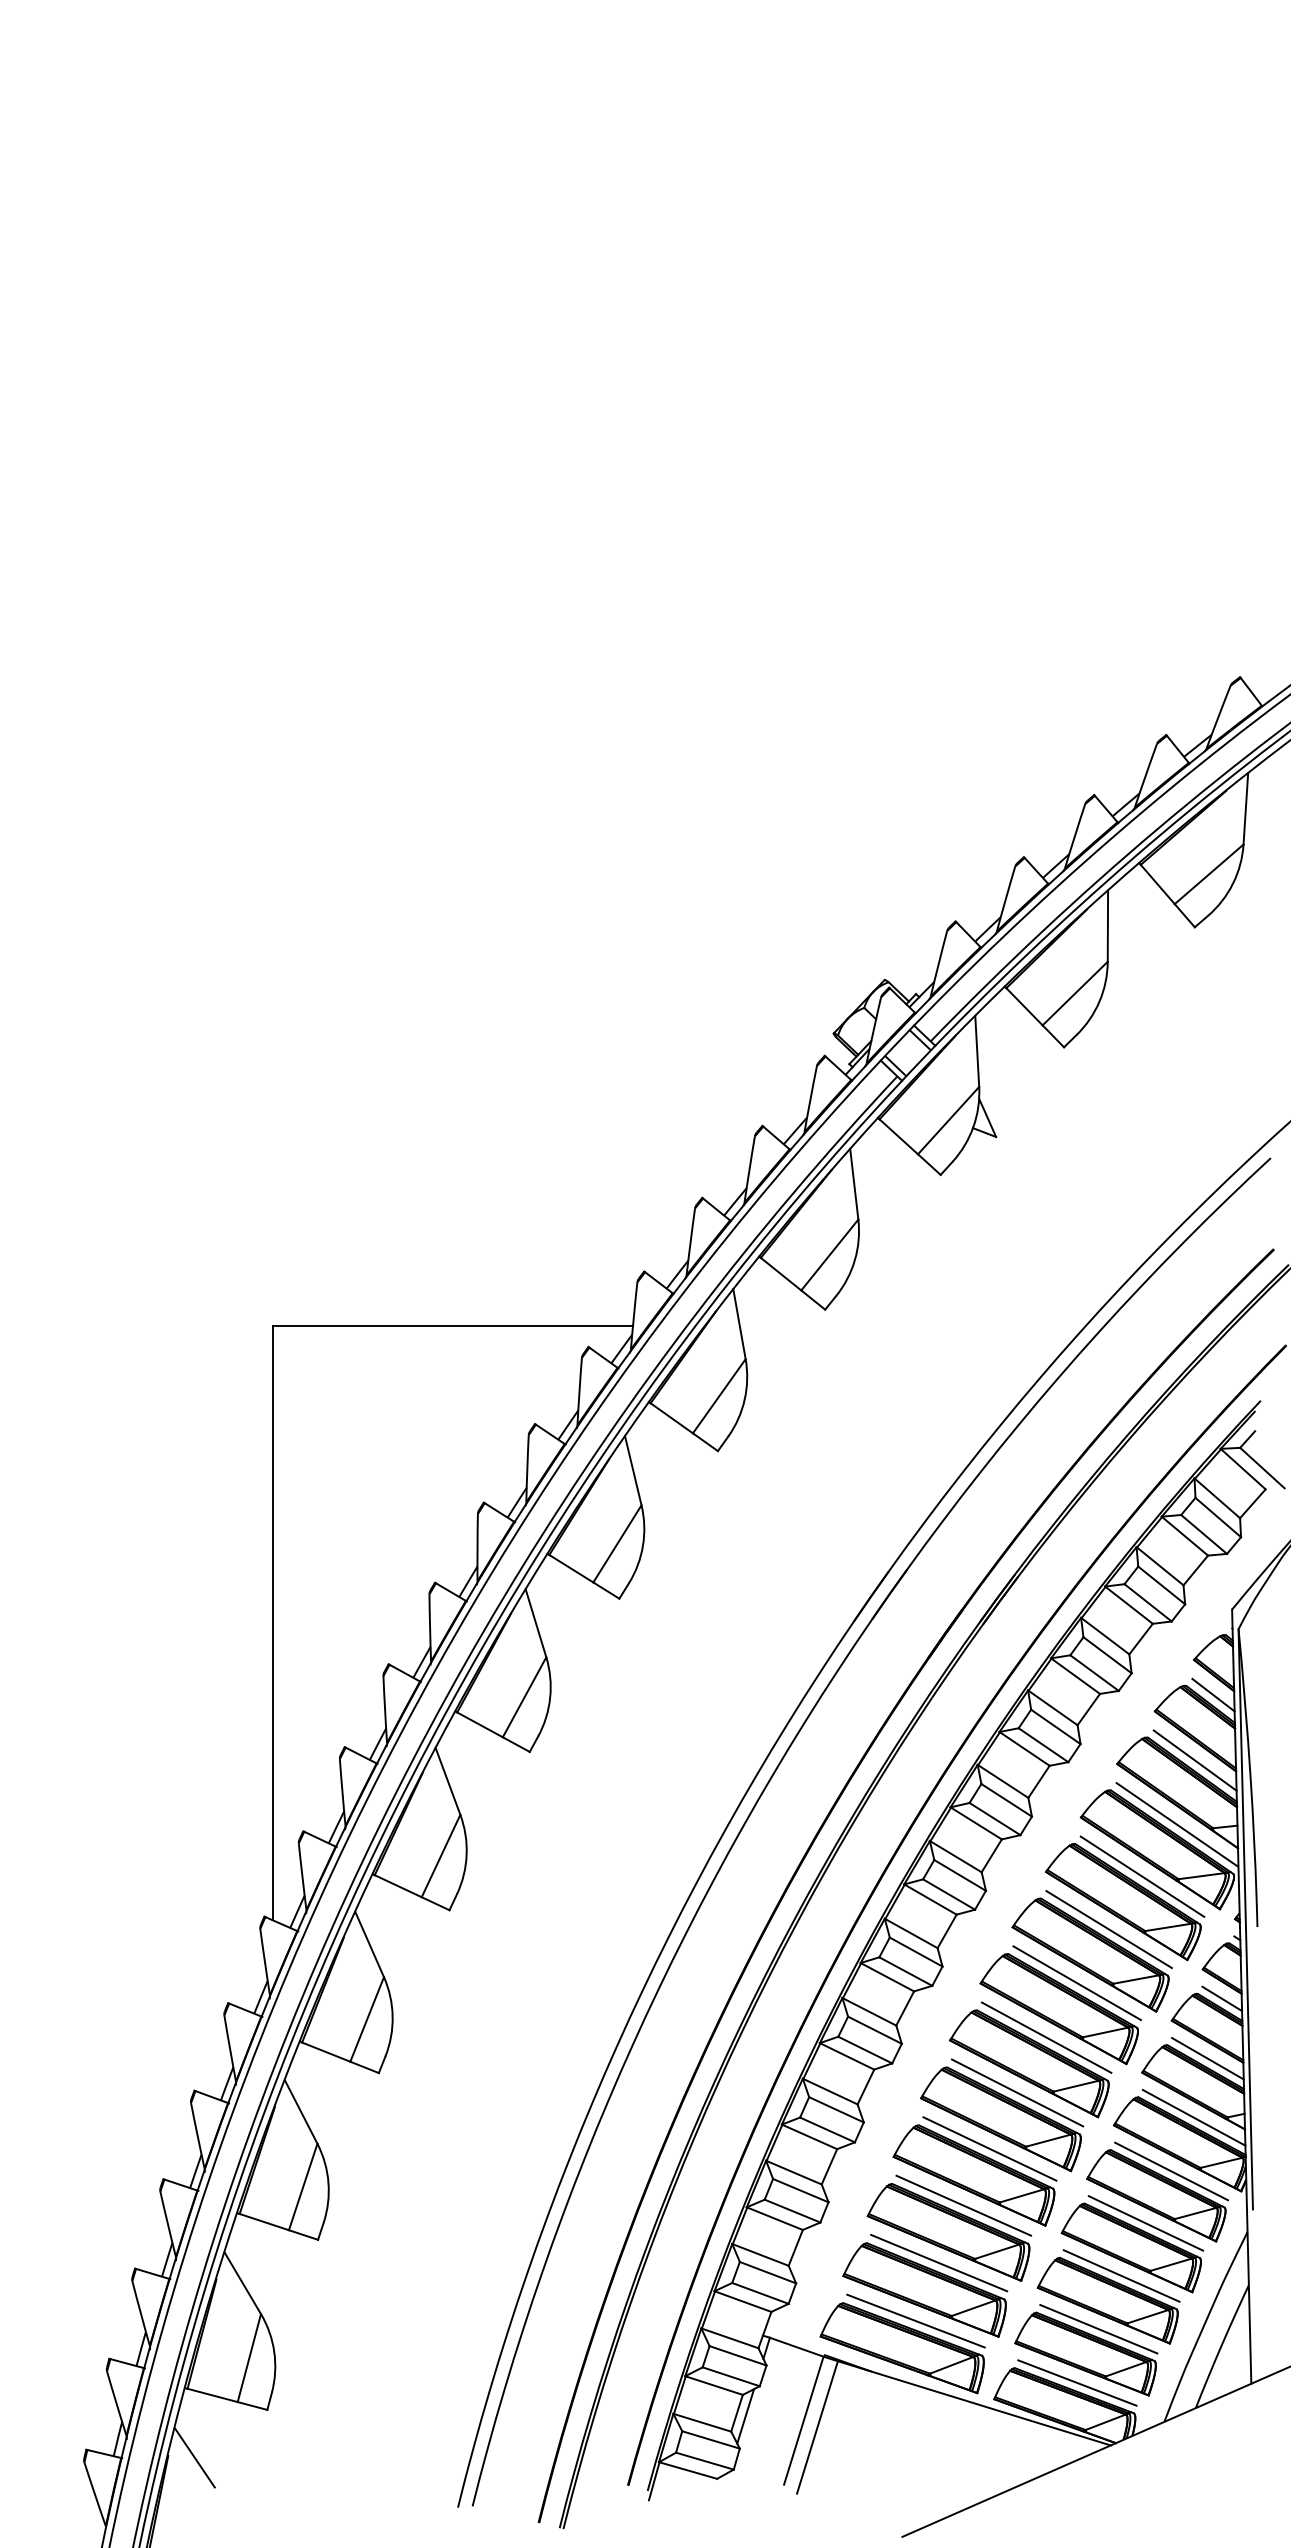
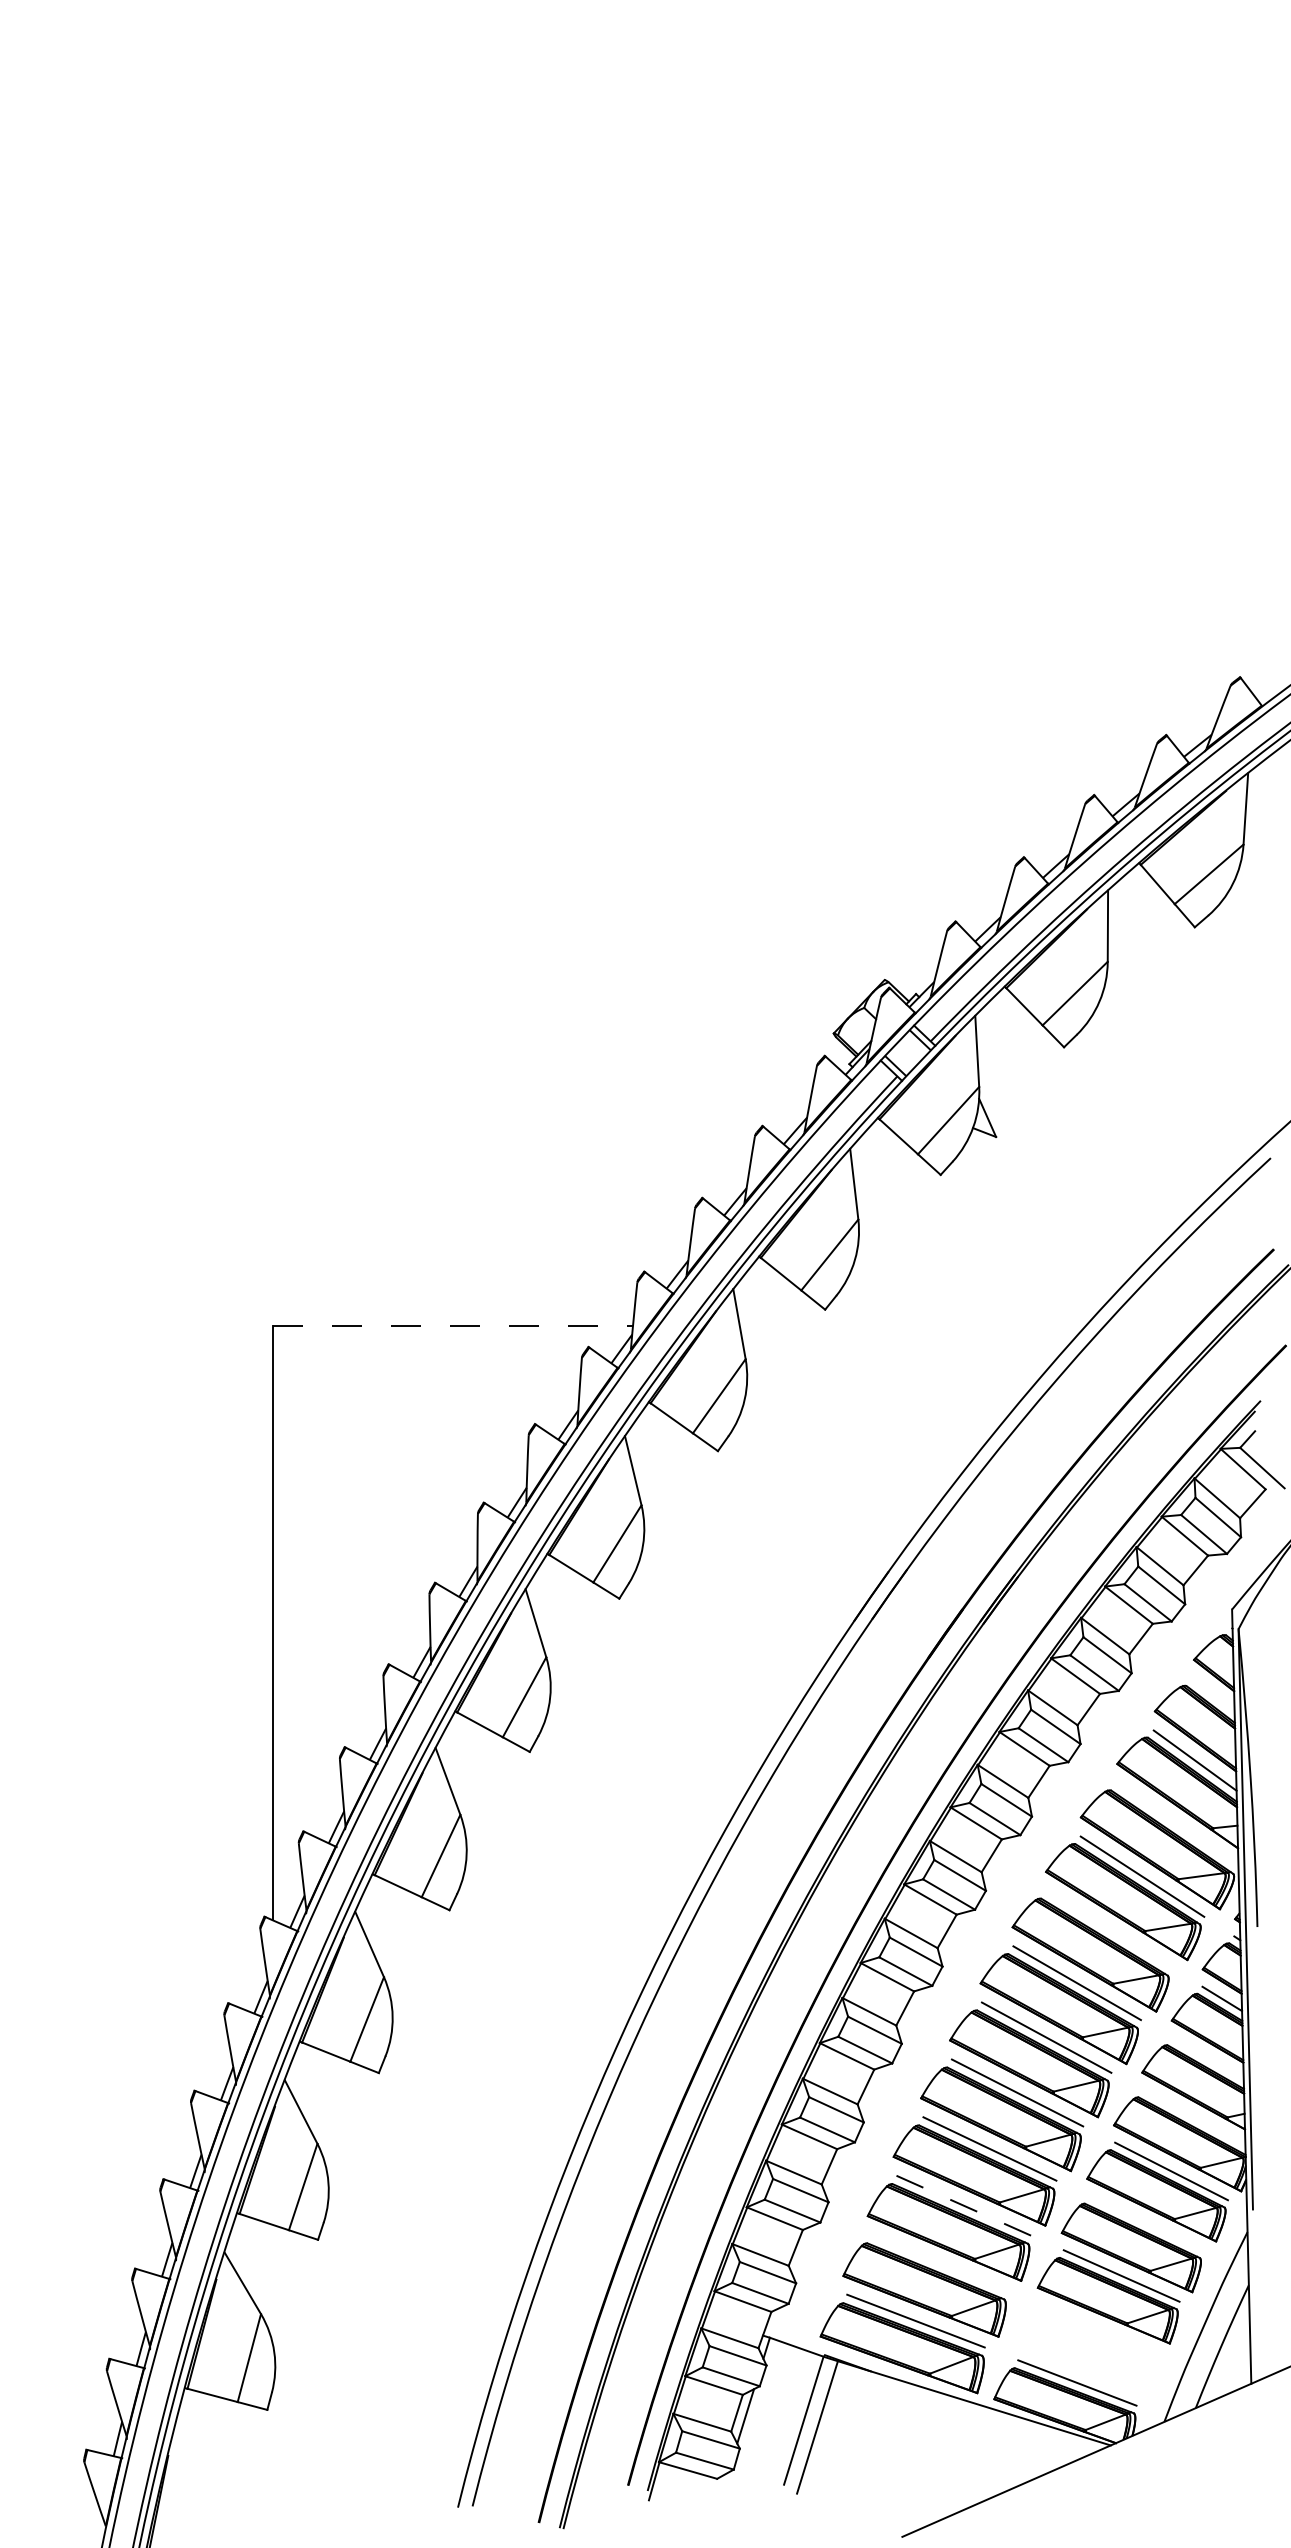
line at (453, 1325): solid -> dashed
line at (1213, 1694): present -> none
line at (1176, 1824): present -> none
line at (1108, 1929): present -> none
line at (1207, 2058): present -> none
line at (1193, 2117): present -> none
line at (963, 2205): solid -> dashed
line at (1145, 2223): present -> none
line at (939, 2262): present -> none
part at (1086, 2350): present -> none
line at (194, 2457): present -> none
